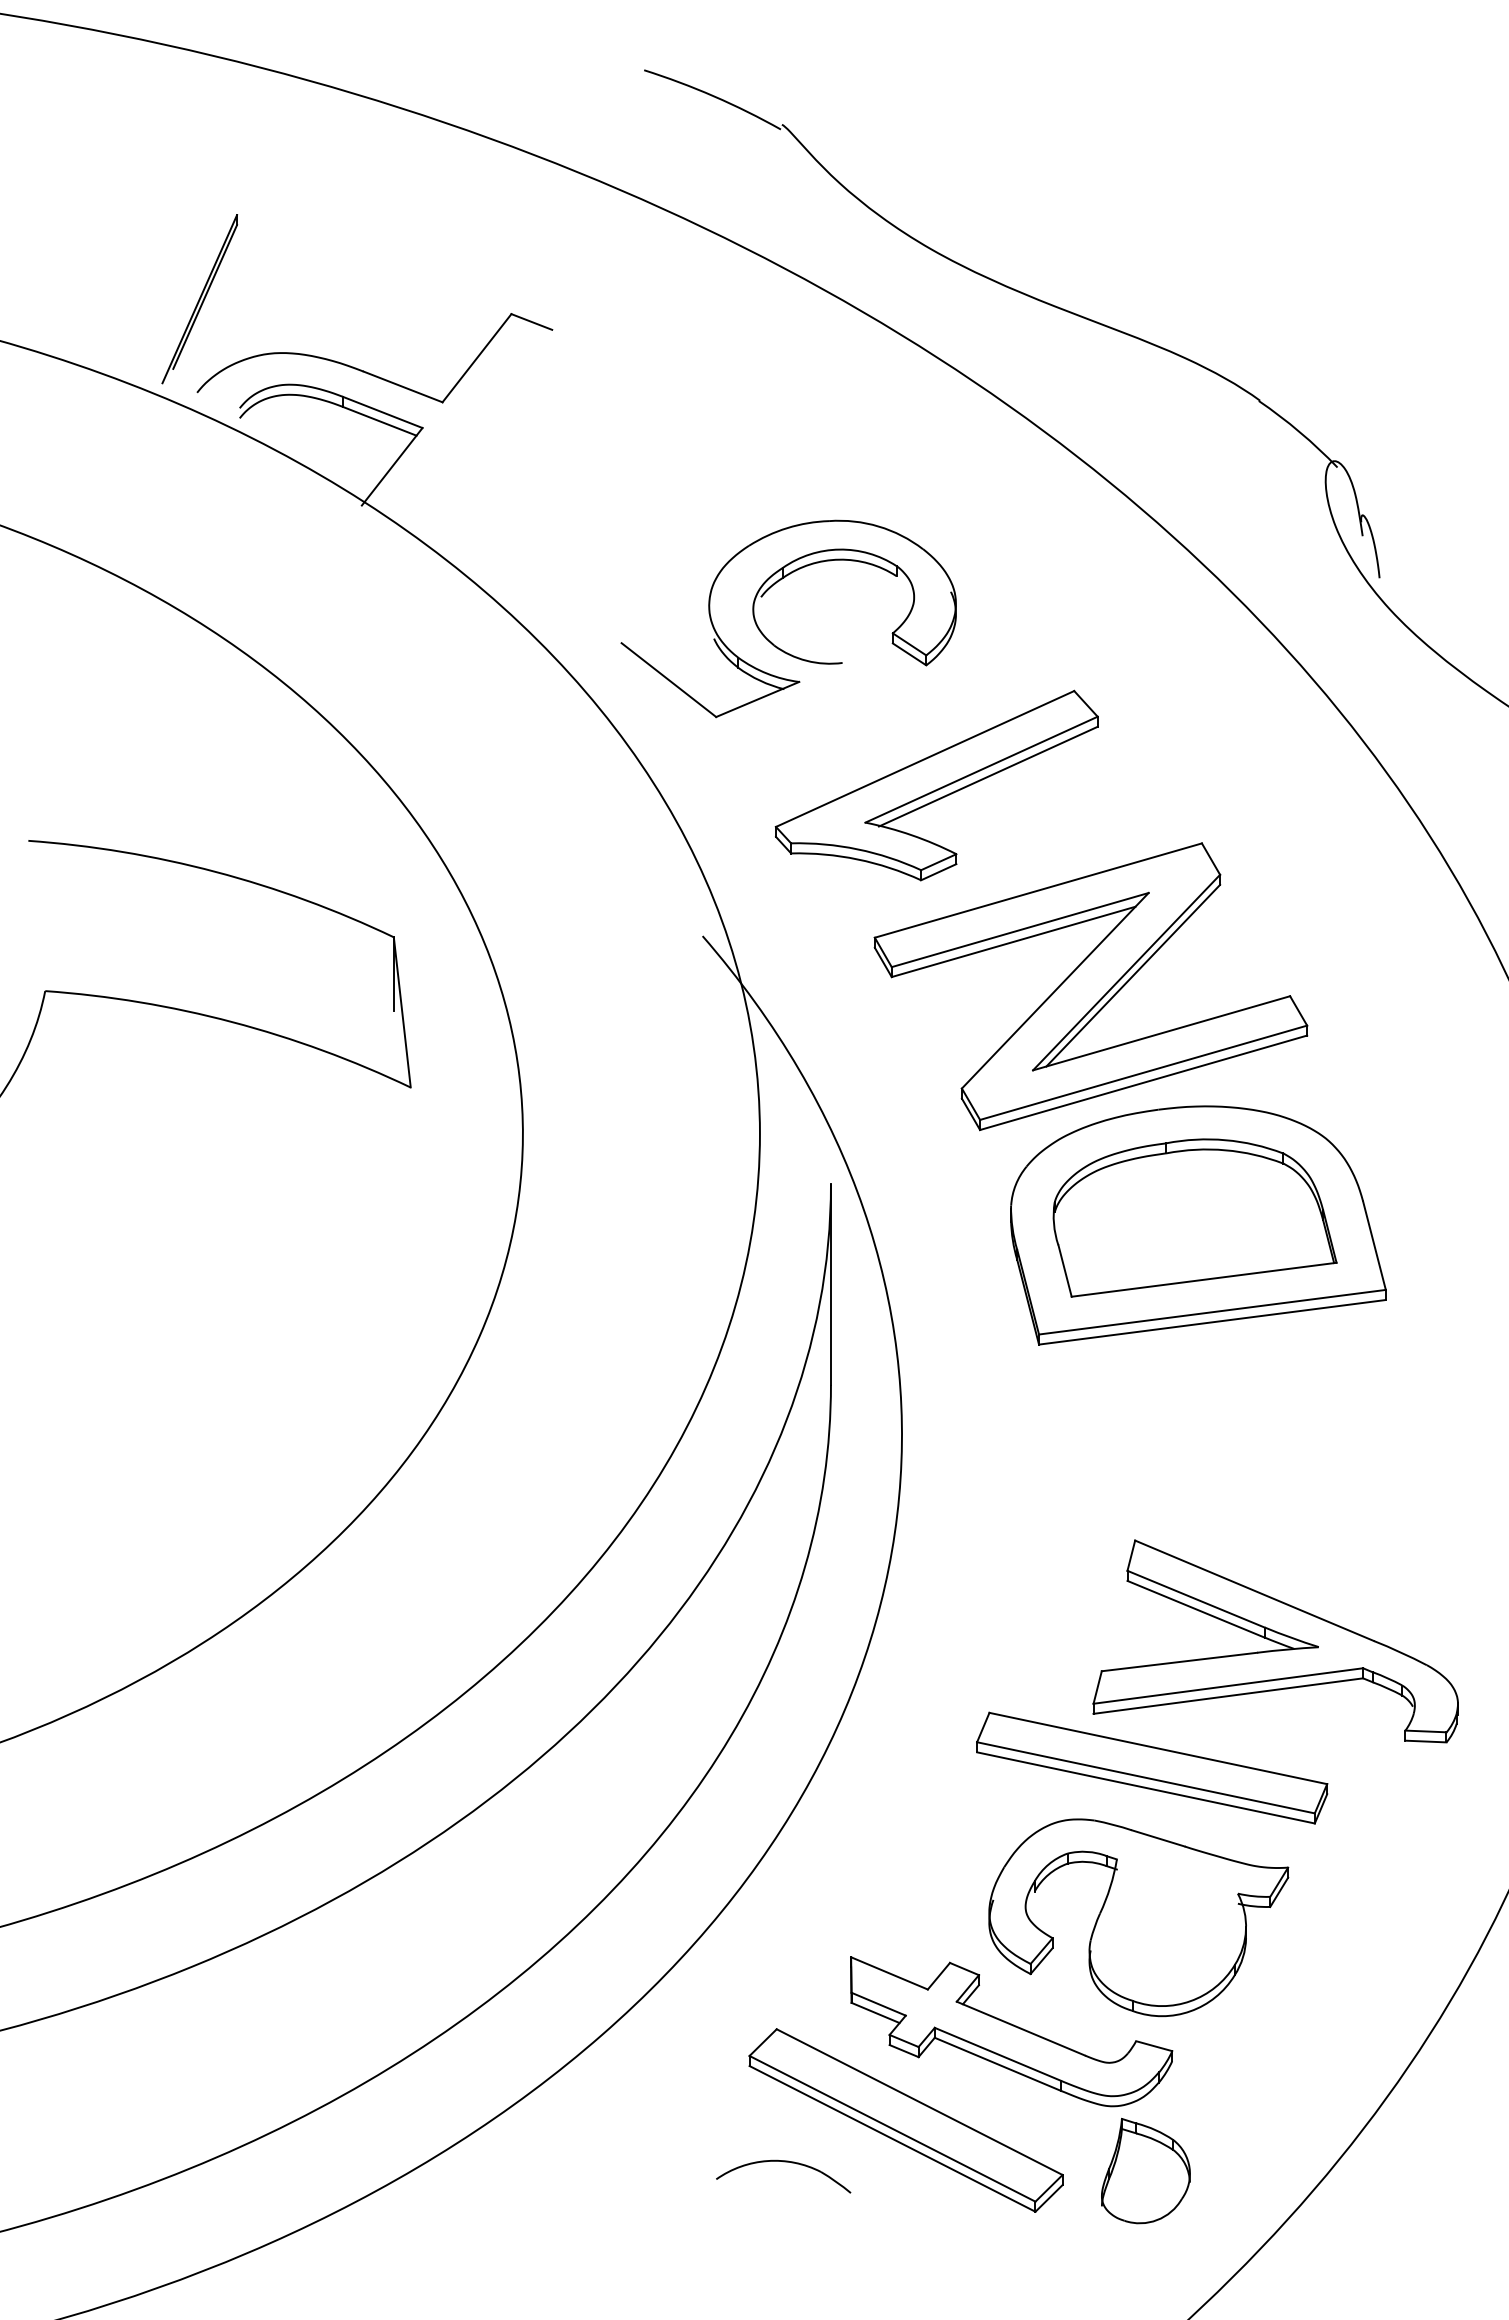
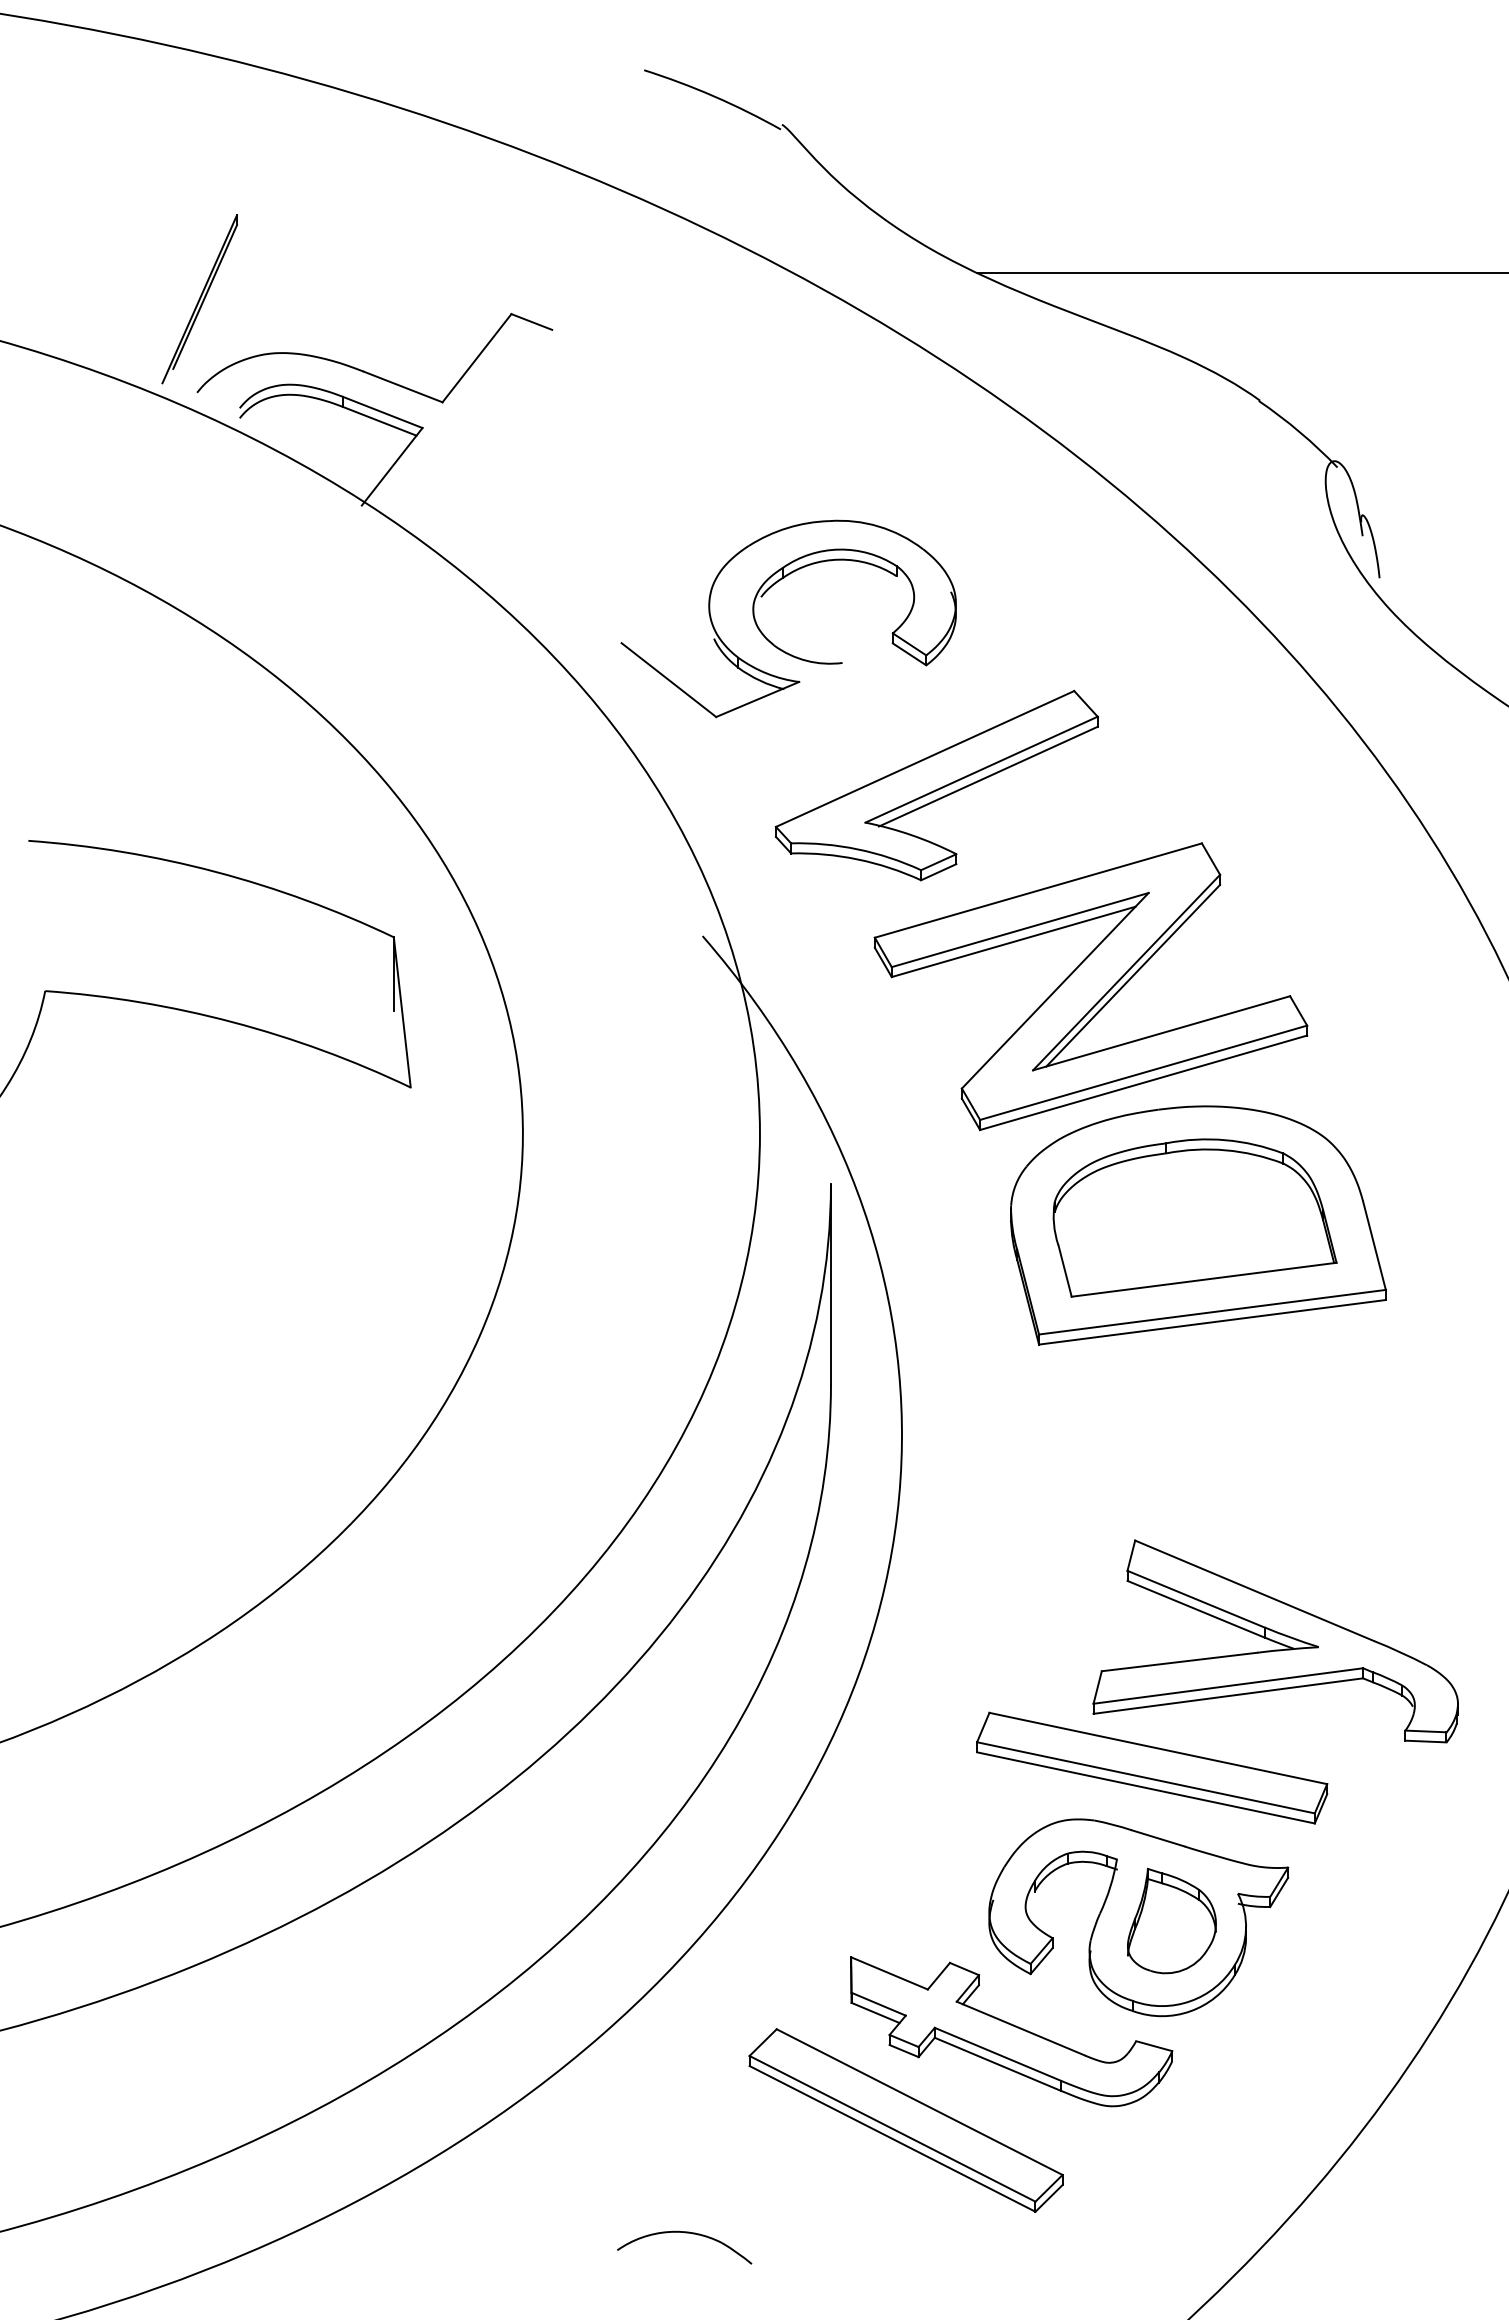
line at (1241, 272): none -> present
part at (783, 2162) position: (783, 2162) -> (684, 2233)
part at (1145, 2170) position: (1145, 2170) -> (1171, 1920)
